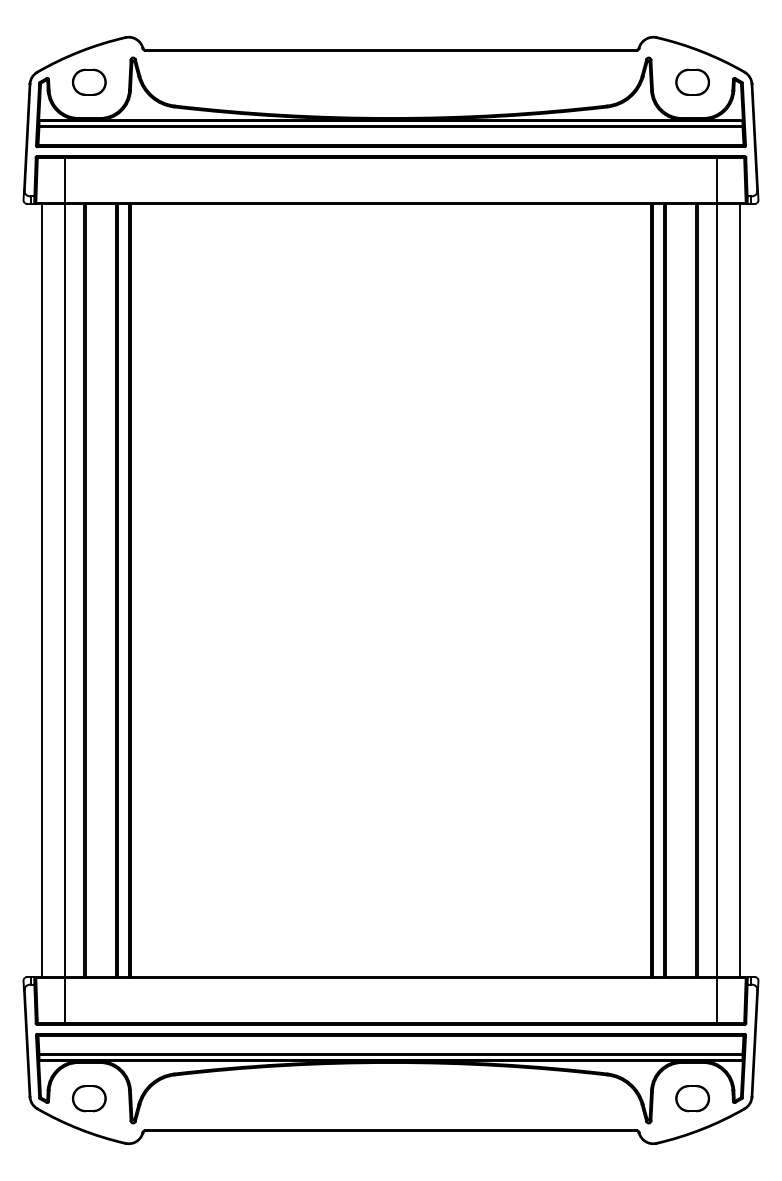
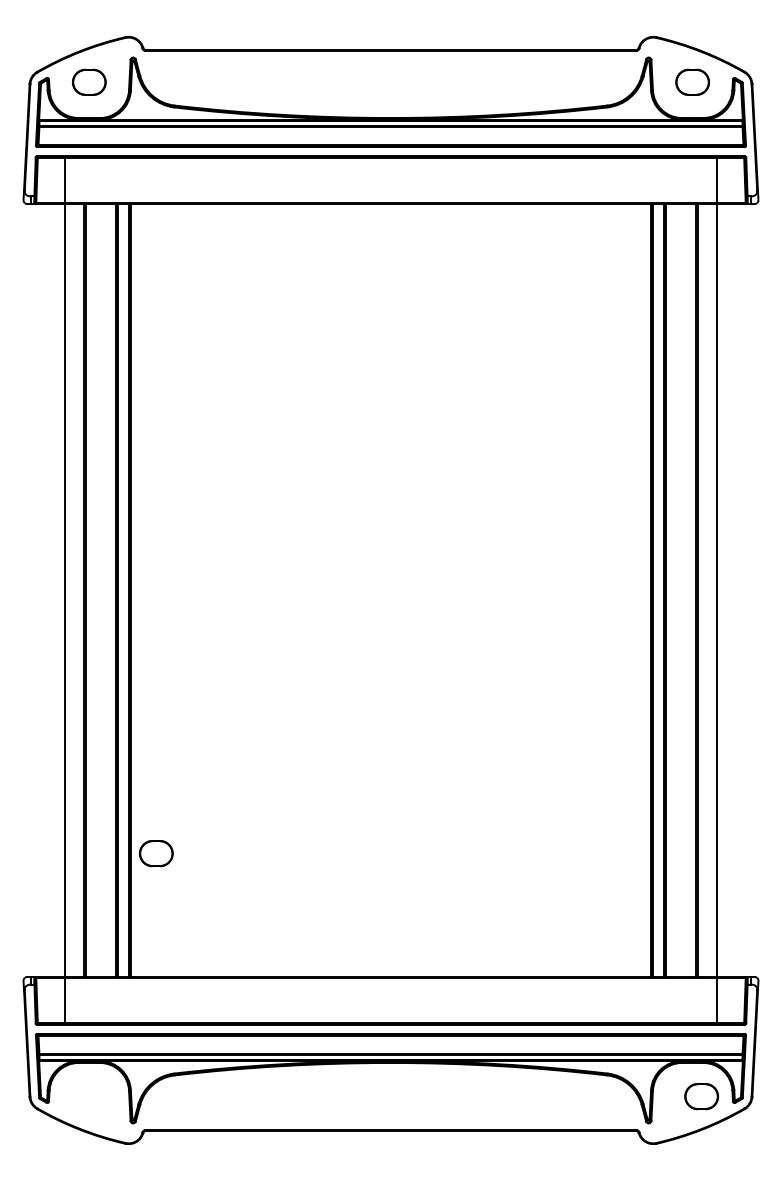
line at (42, 590): present -> none
line at (739, 590): present -> none
part at (89, 1098) position: (89, 1098) -> (156, 853)
part at (692, 1098) position: (692, 1098) -> (701, 1096)
